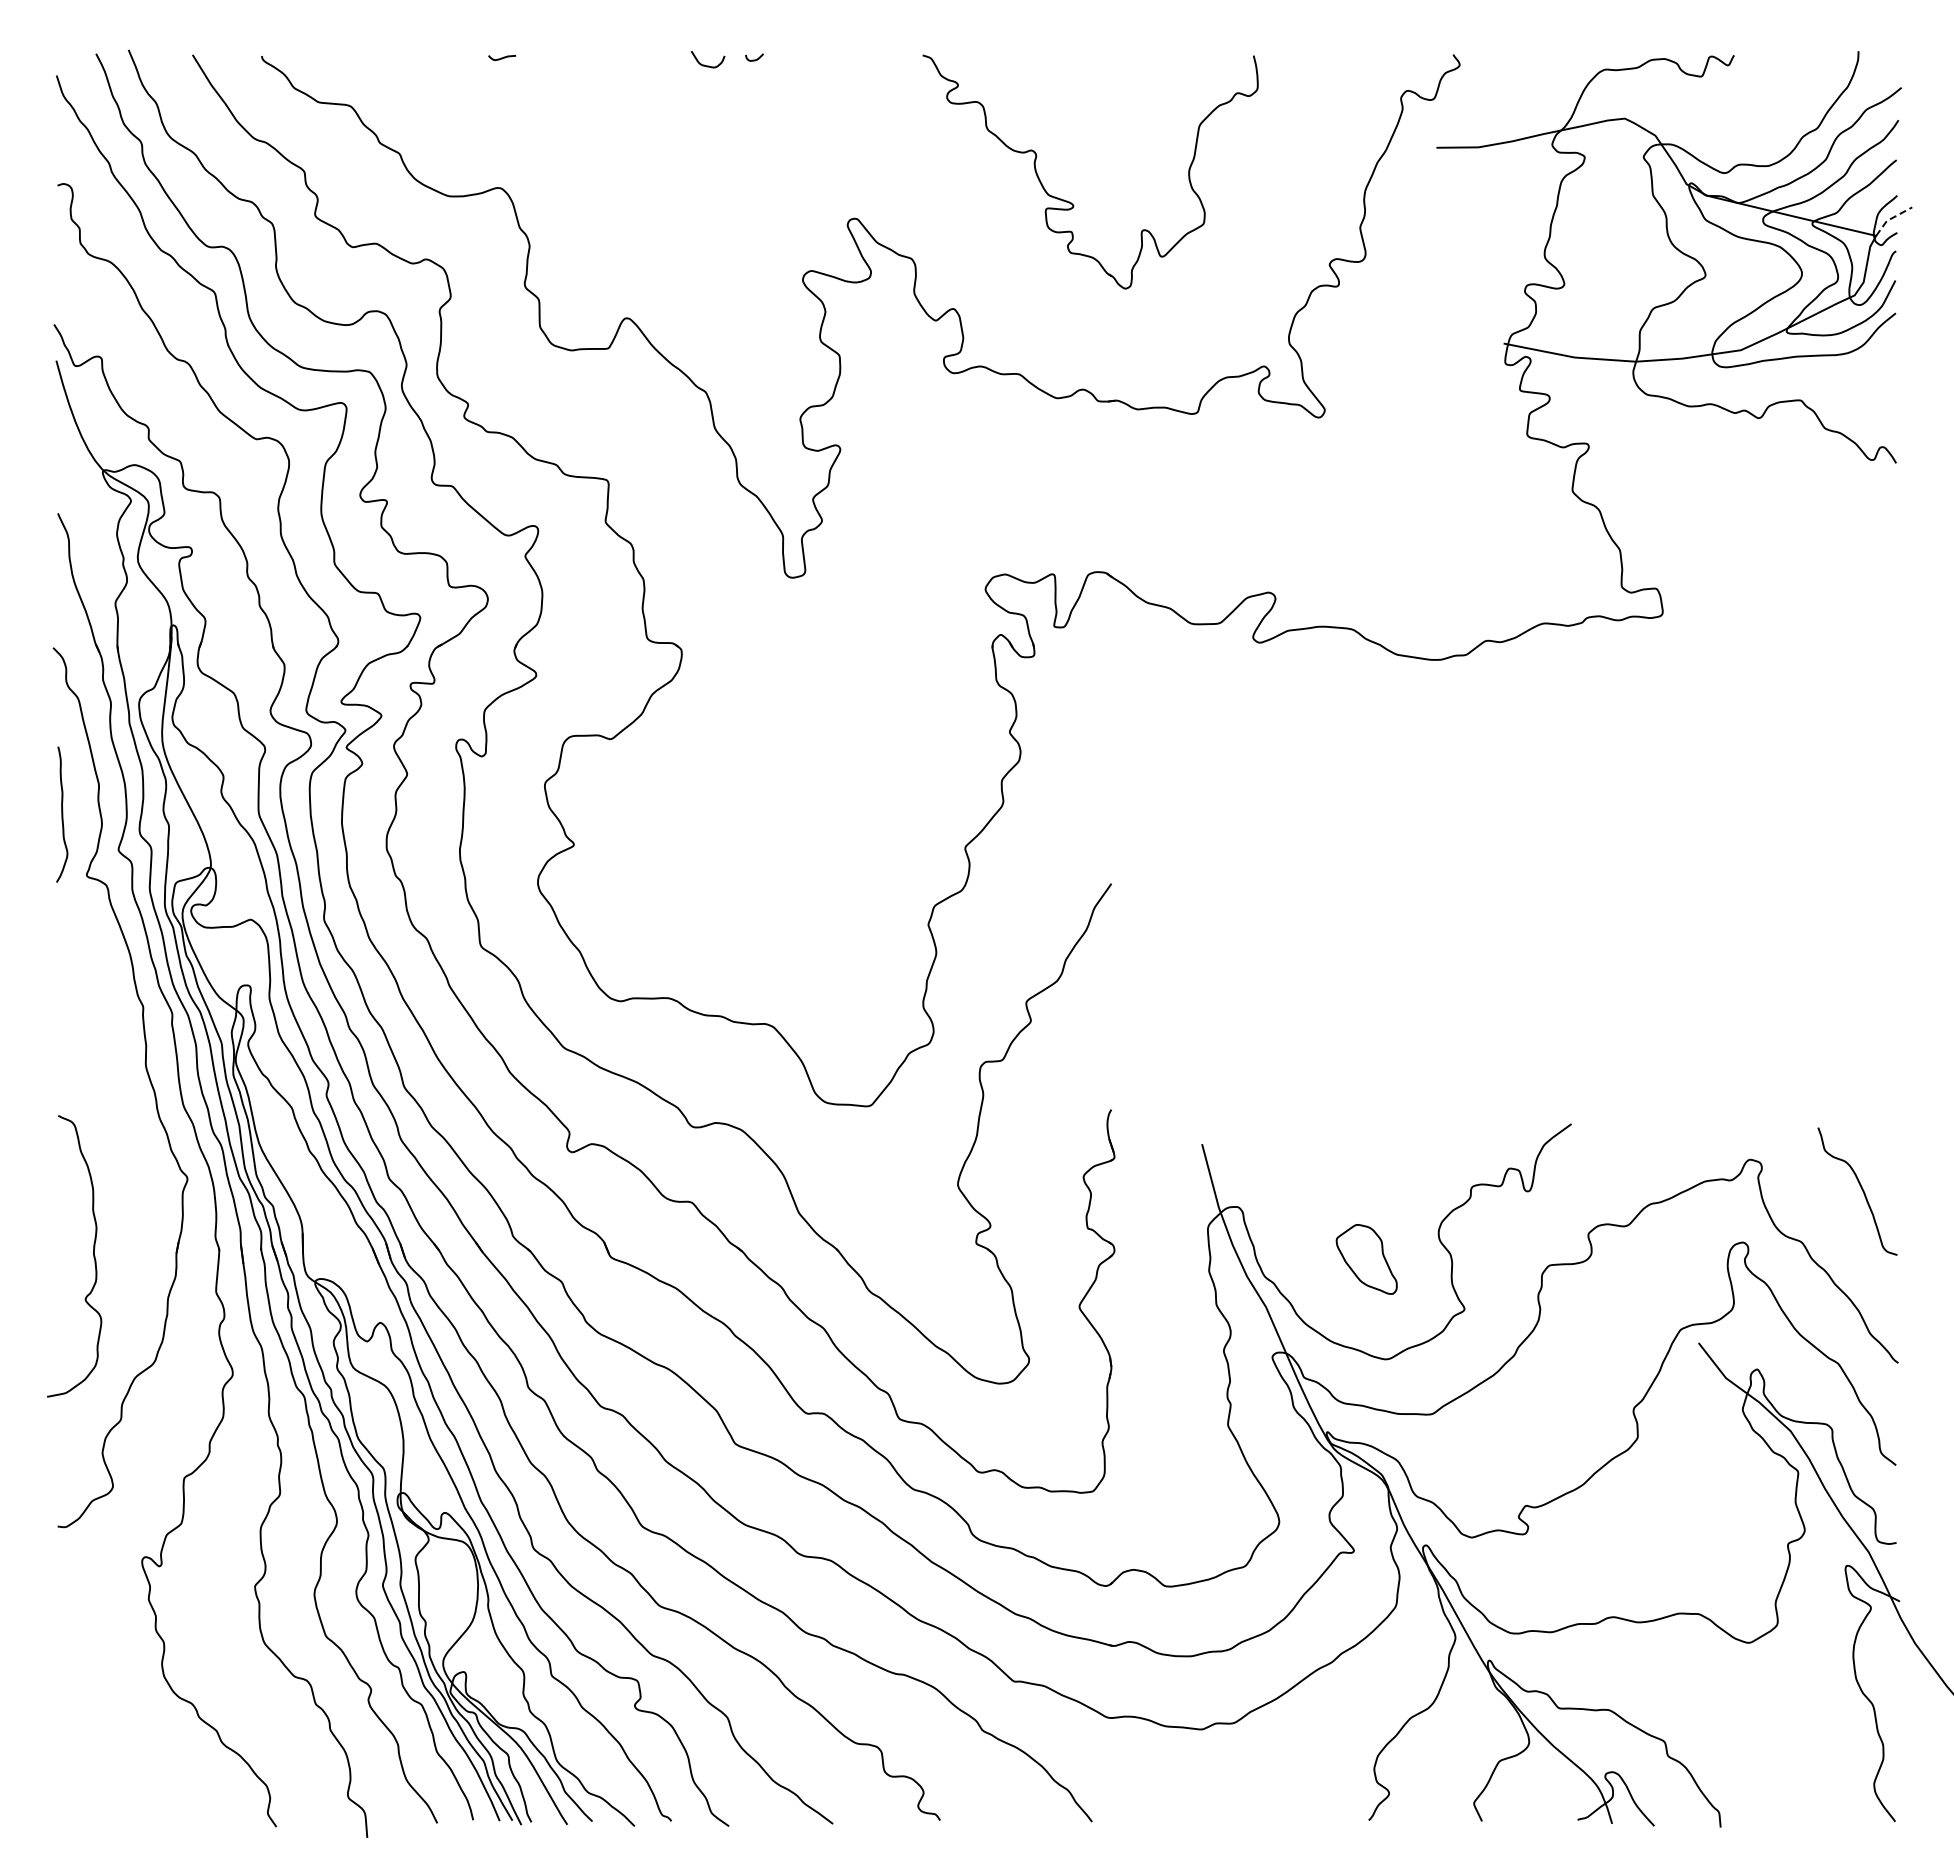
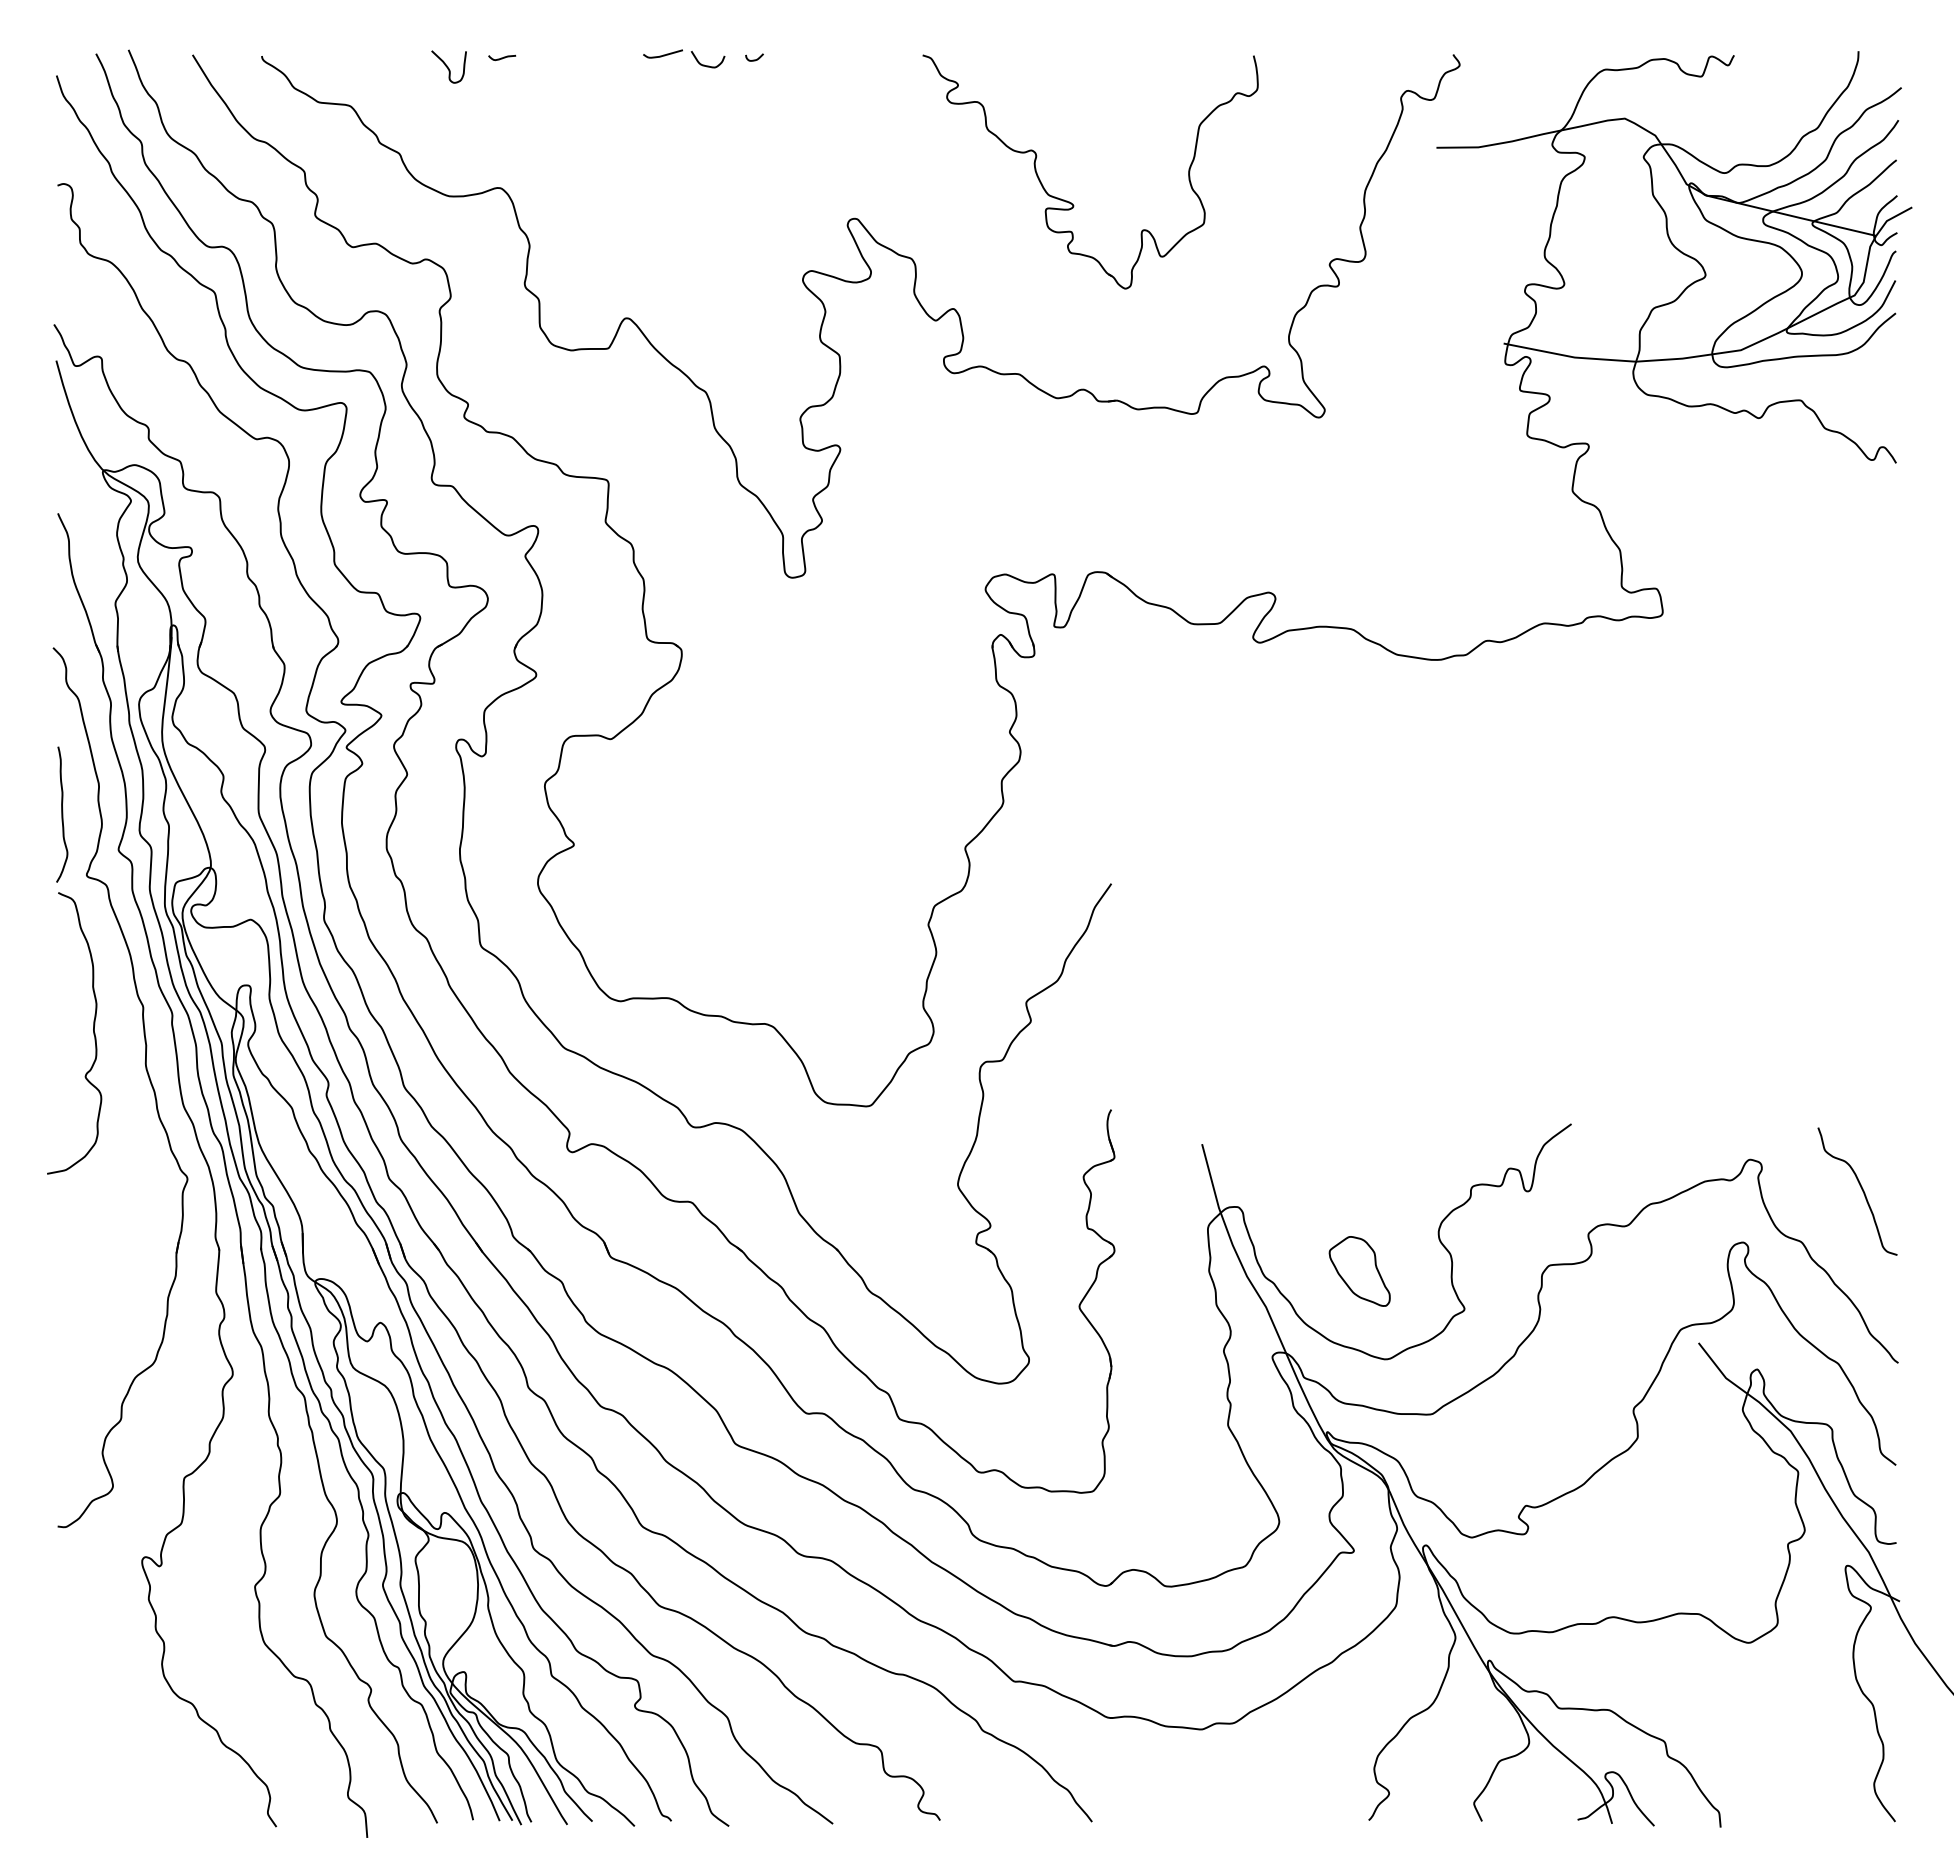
curve at (663, 54): none -> present
curve at (448, 66): none -> present
line at (1891, 218): dashed -> solid
curve at (93, 1256) position: (93, 1256) -> (93, 1033)
part at (1366, 1259) position: (1366, 1259) -> (1359, 1271)
